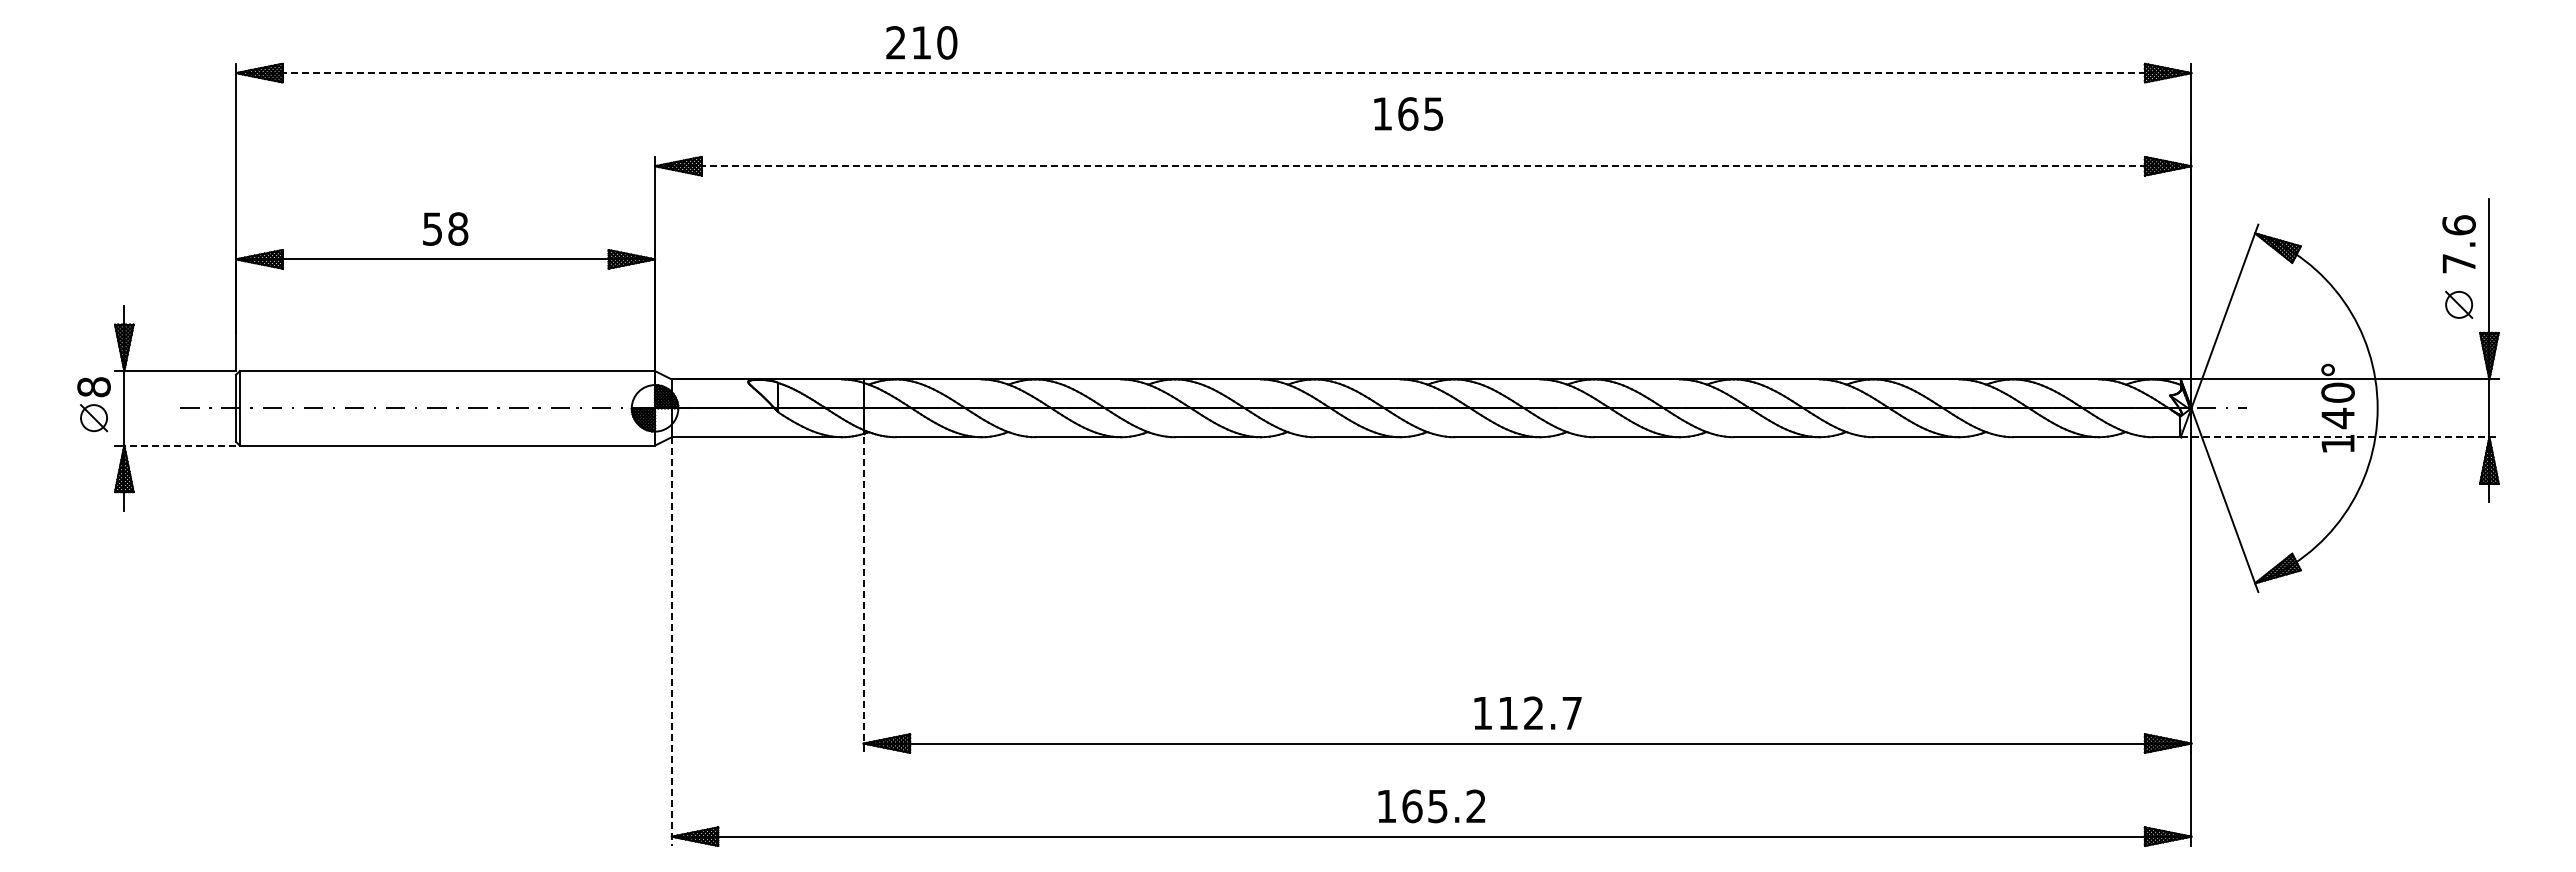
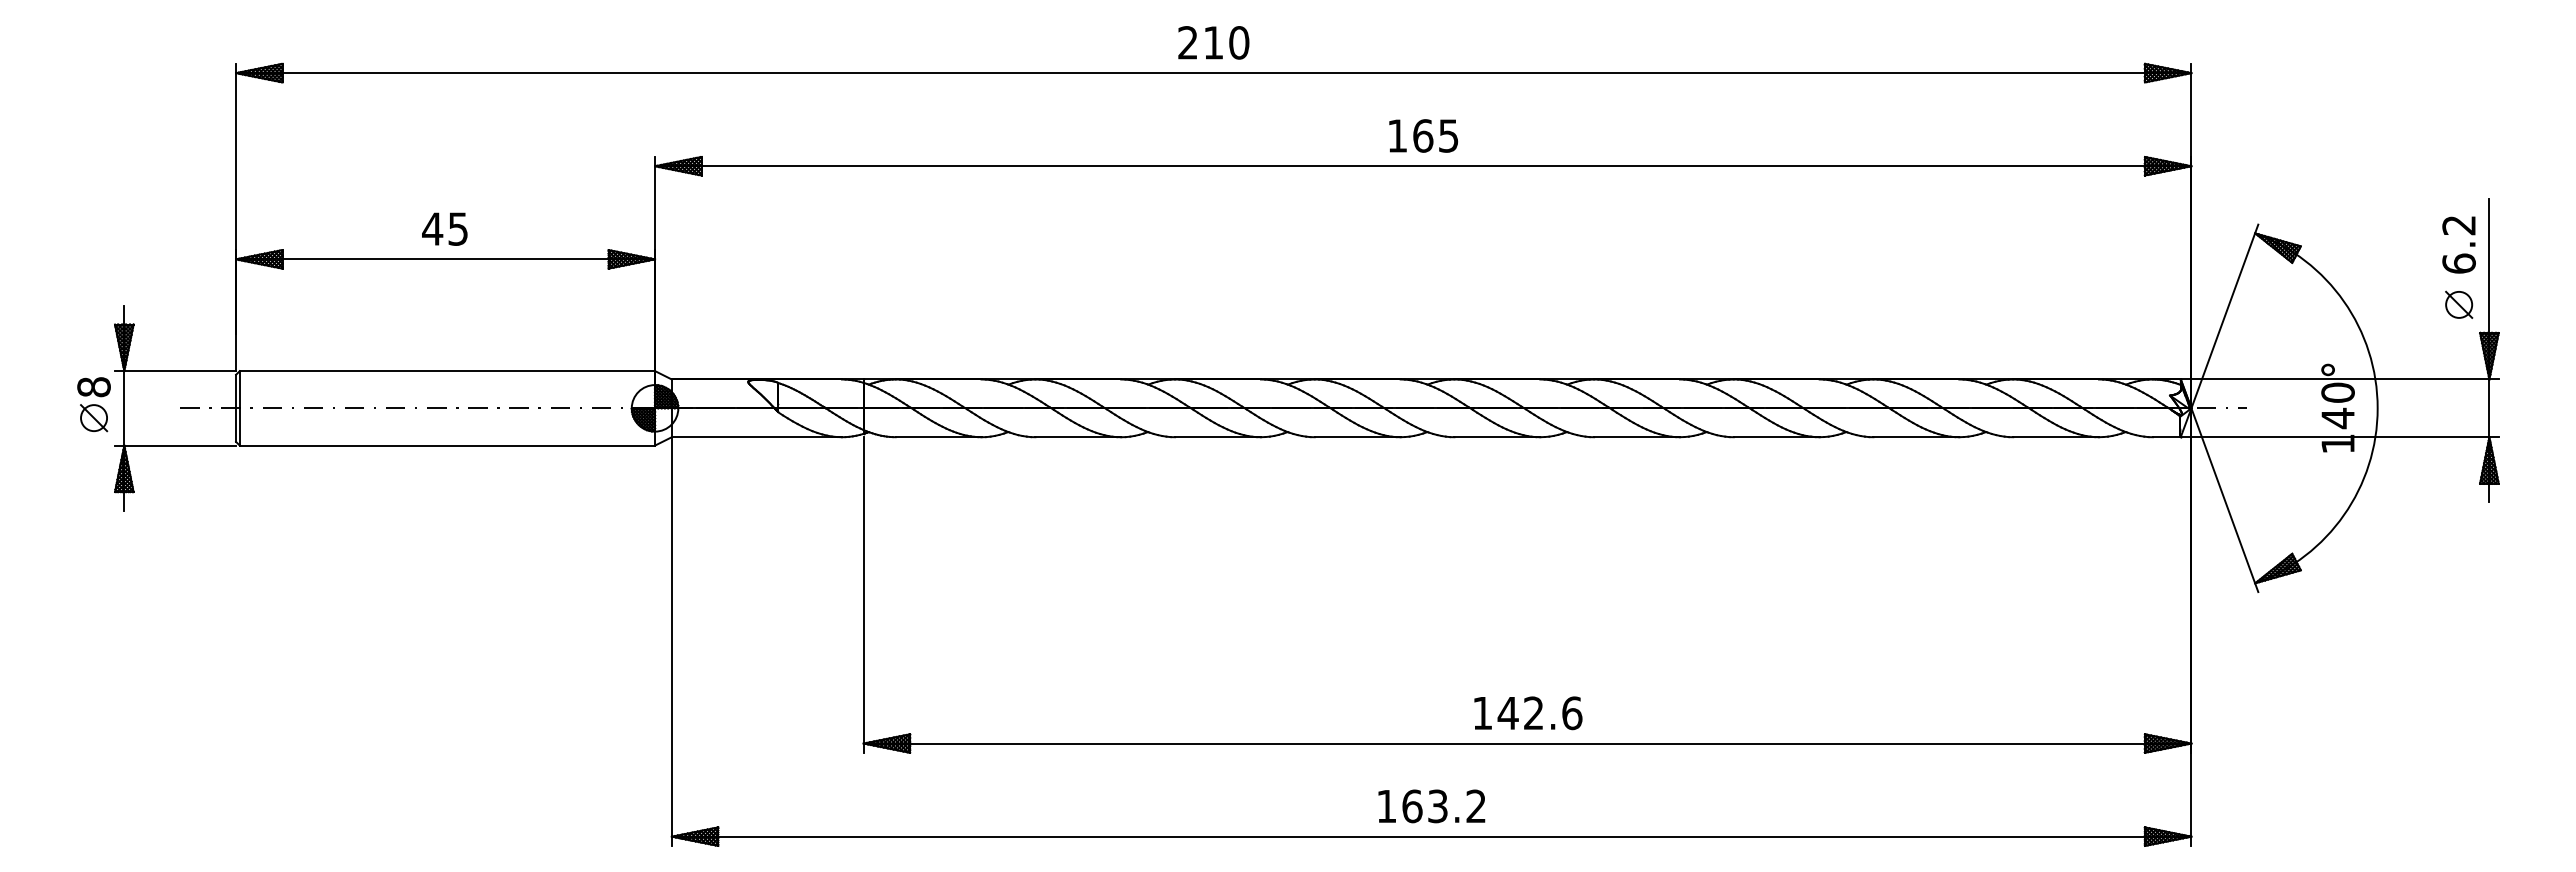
text at (921, 42) position: (921, 42) -> (1213, 42)
line at (1213, 73): dashed -> solid
text at (1408, 113) position: (1408, 113) -> (1423, 135)
line at (1423, 166): dashed -> solid
text at (445, 228): 58 -> 45
text at (2458, 244): 7.6 -> 6.2
line at (2339, 437): dashed -> solid
line at (180, 445): dashed -> solid
line at (863, 595): dashed -> solid
line at (671, 642): dashed -> solid
text at (1539, 713): 112.7 -> 142.6
text at (1438, 805): 165.2 -> 163.2
